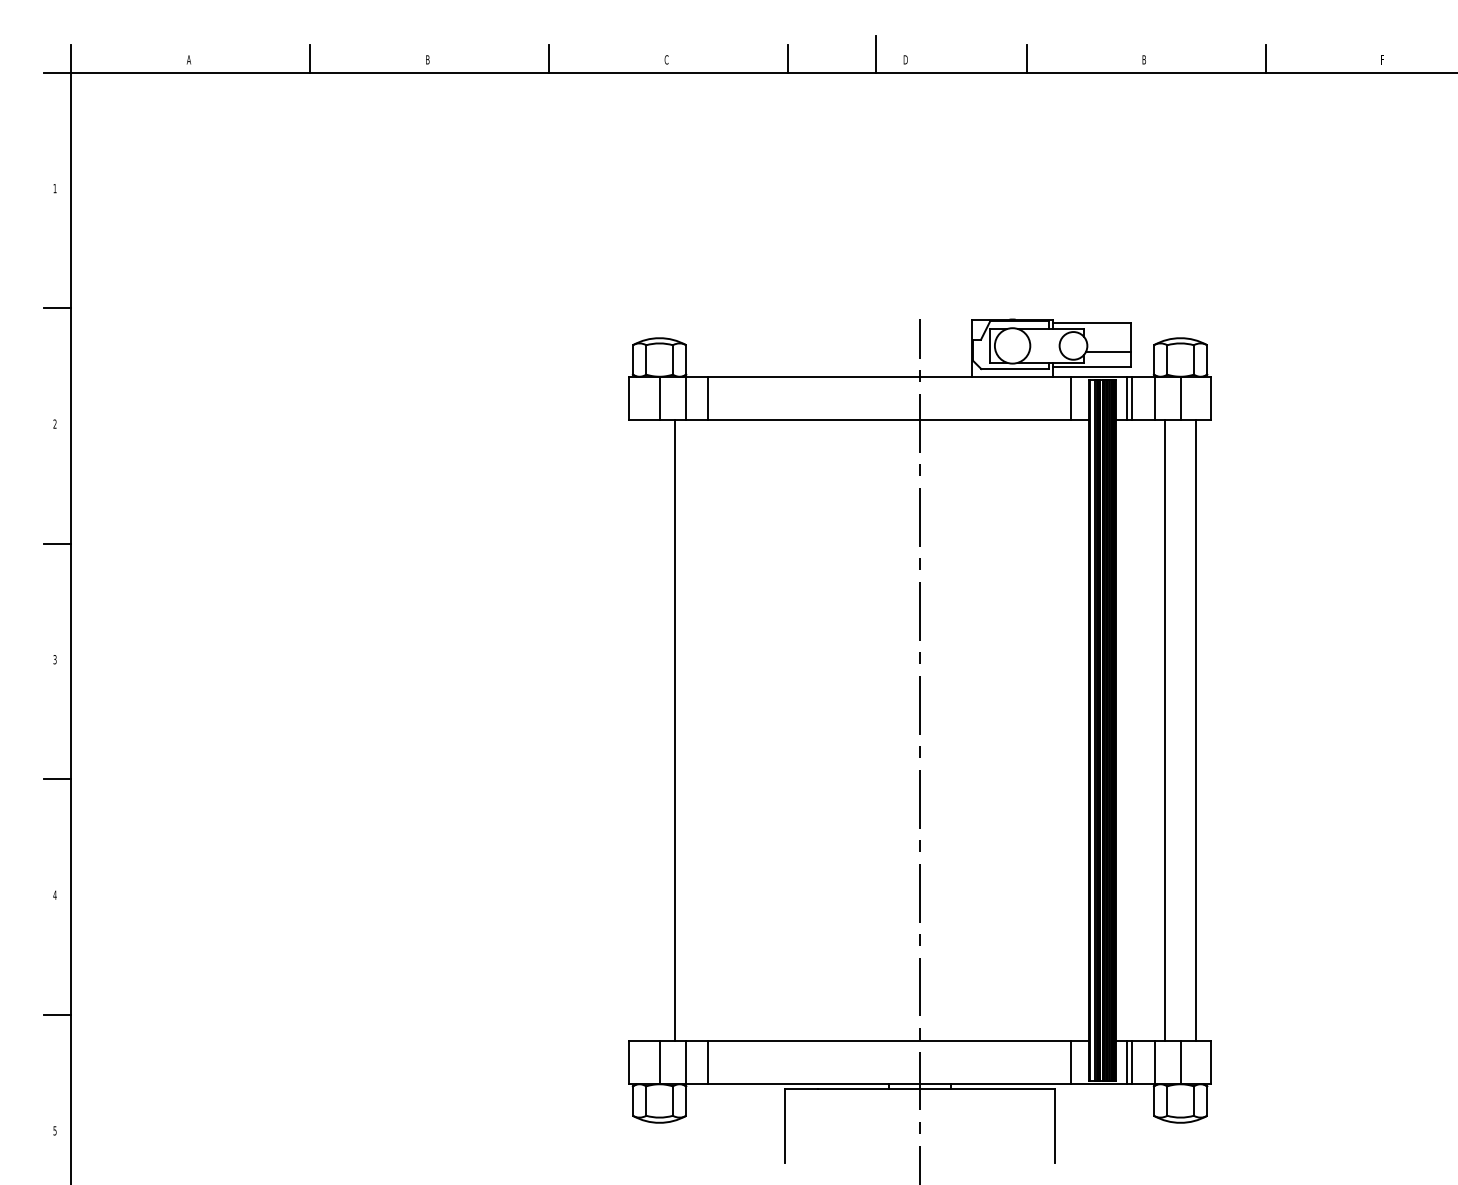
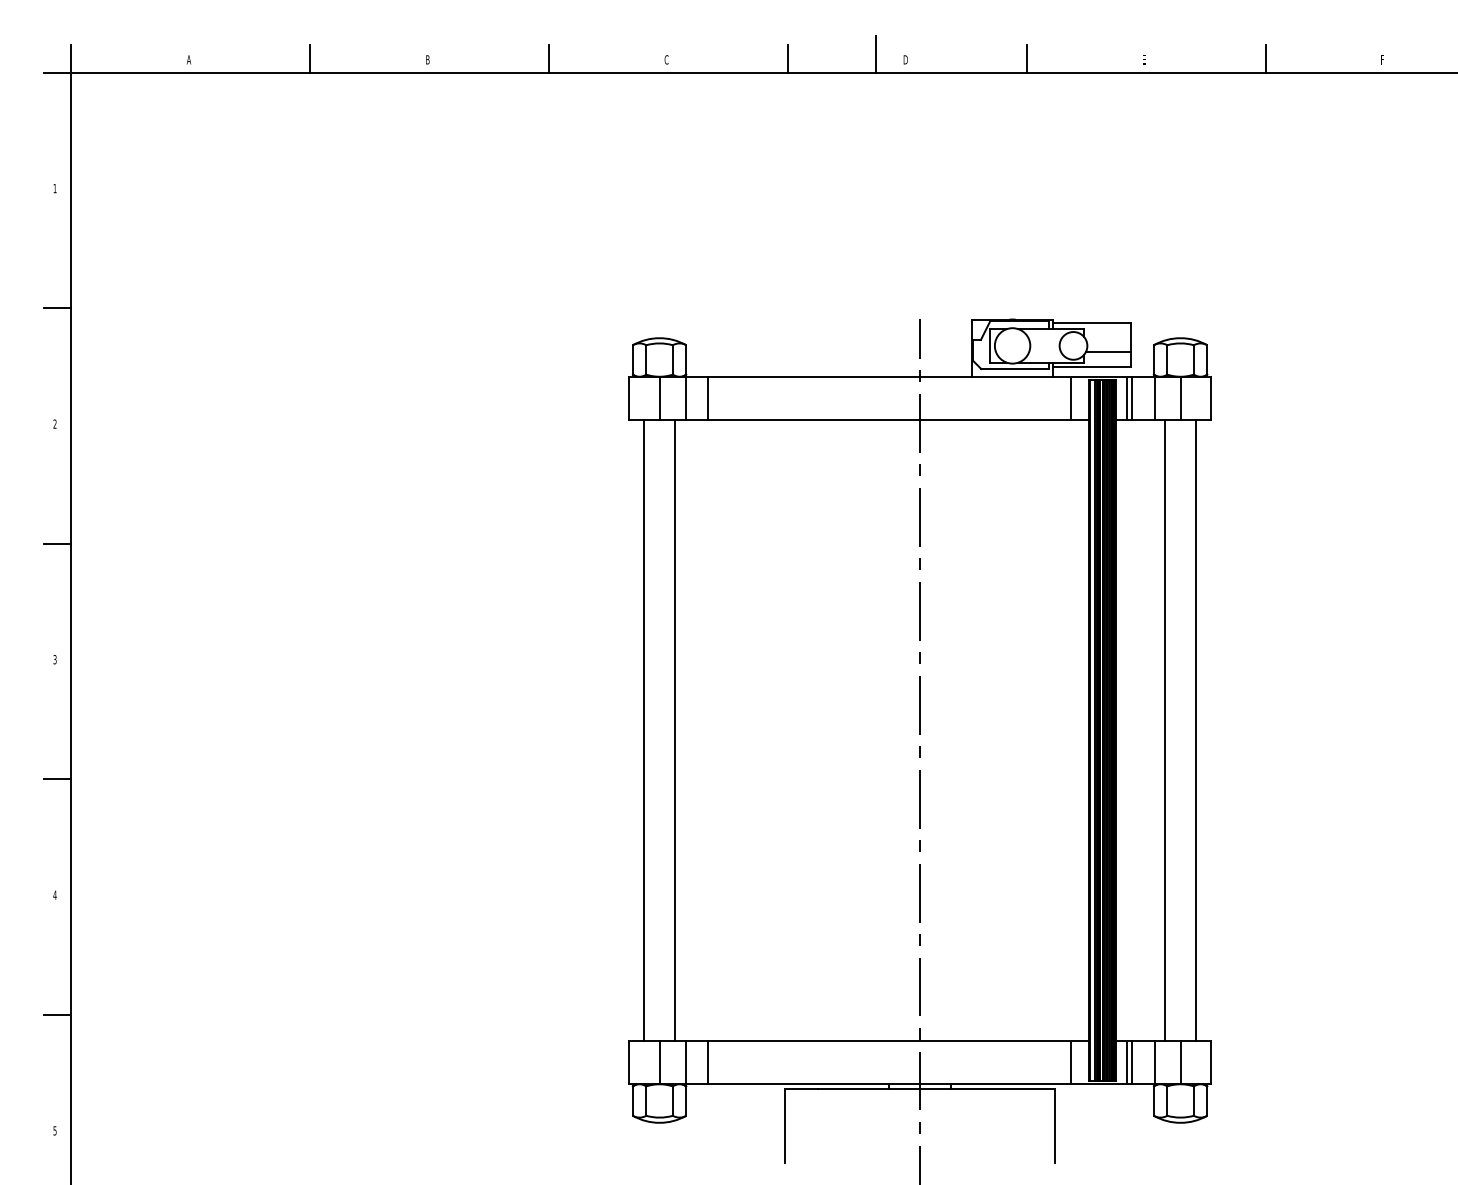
text at (1143, 59): B -> E
line at (644, 730): none -> present
